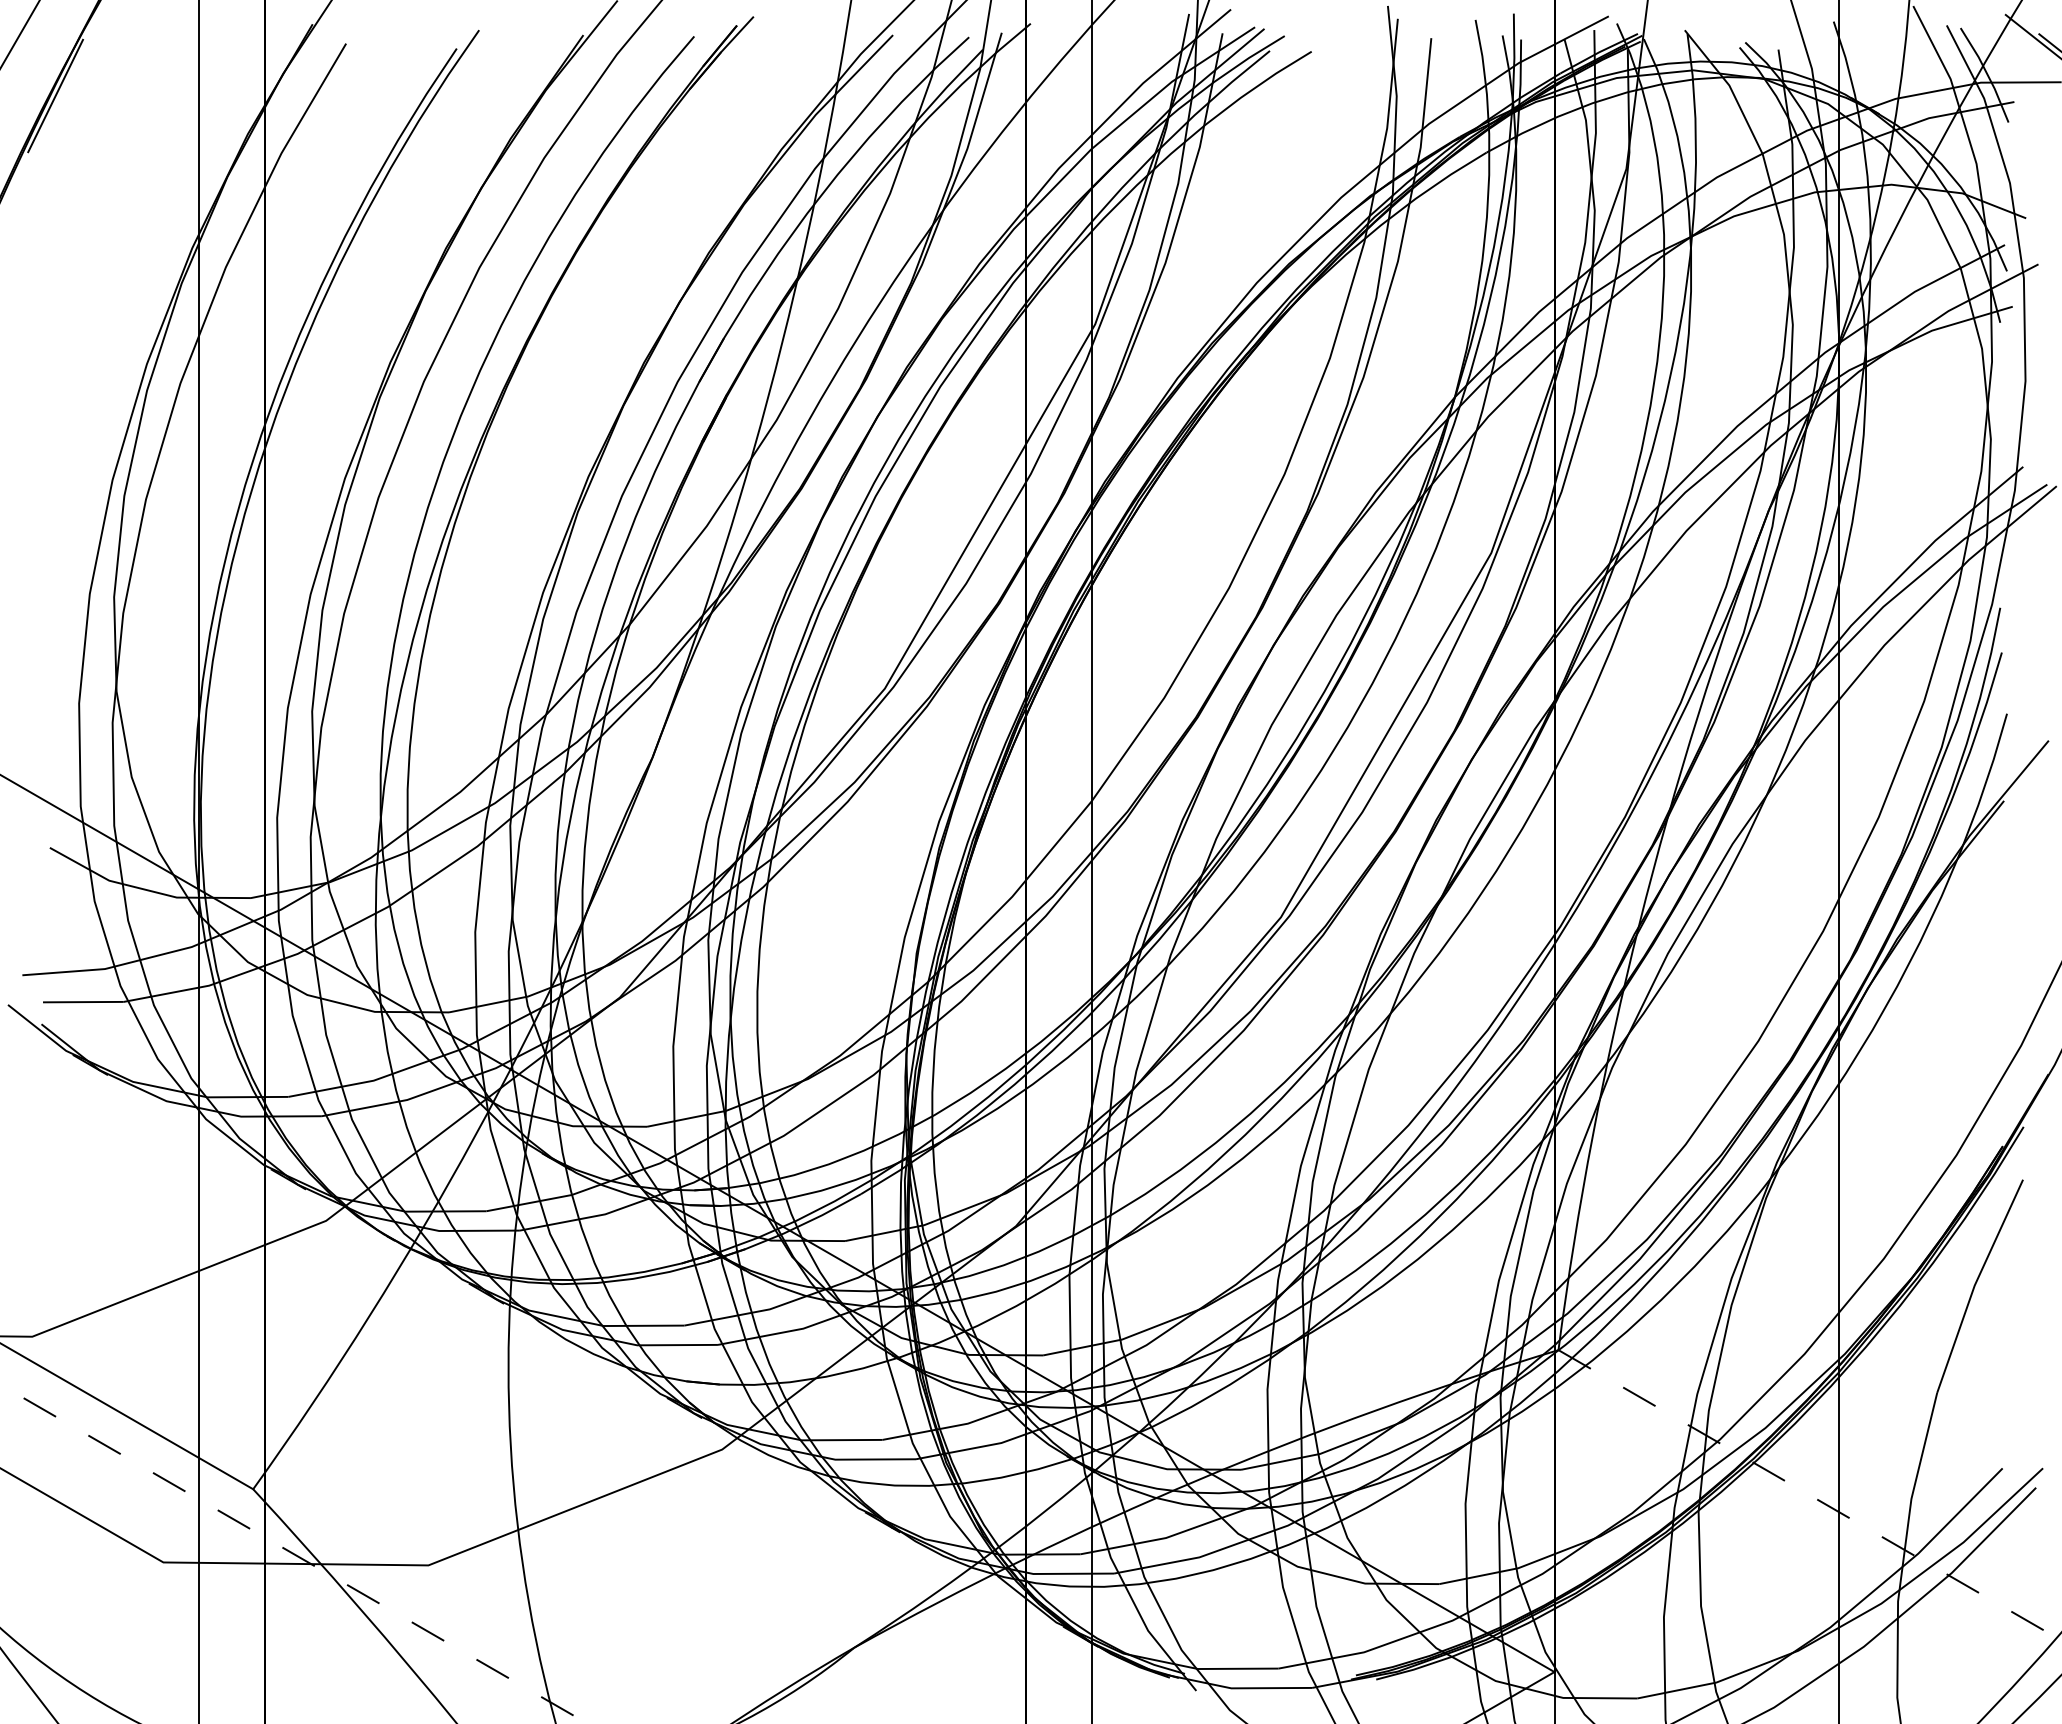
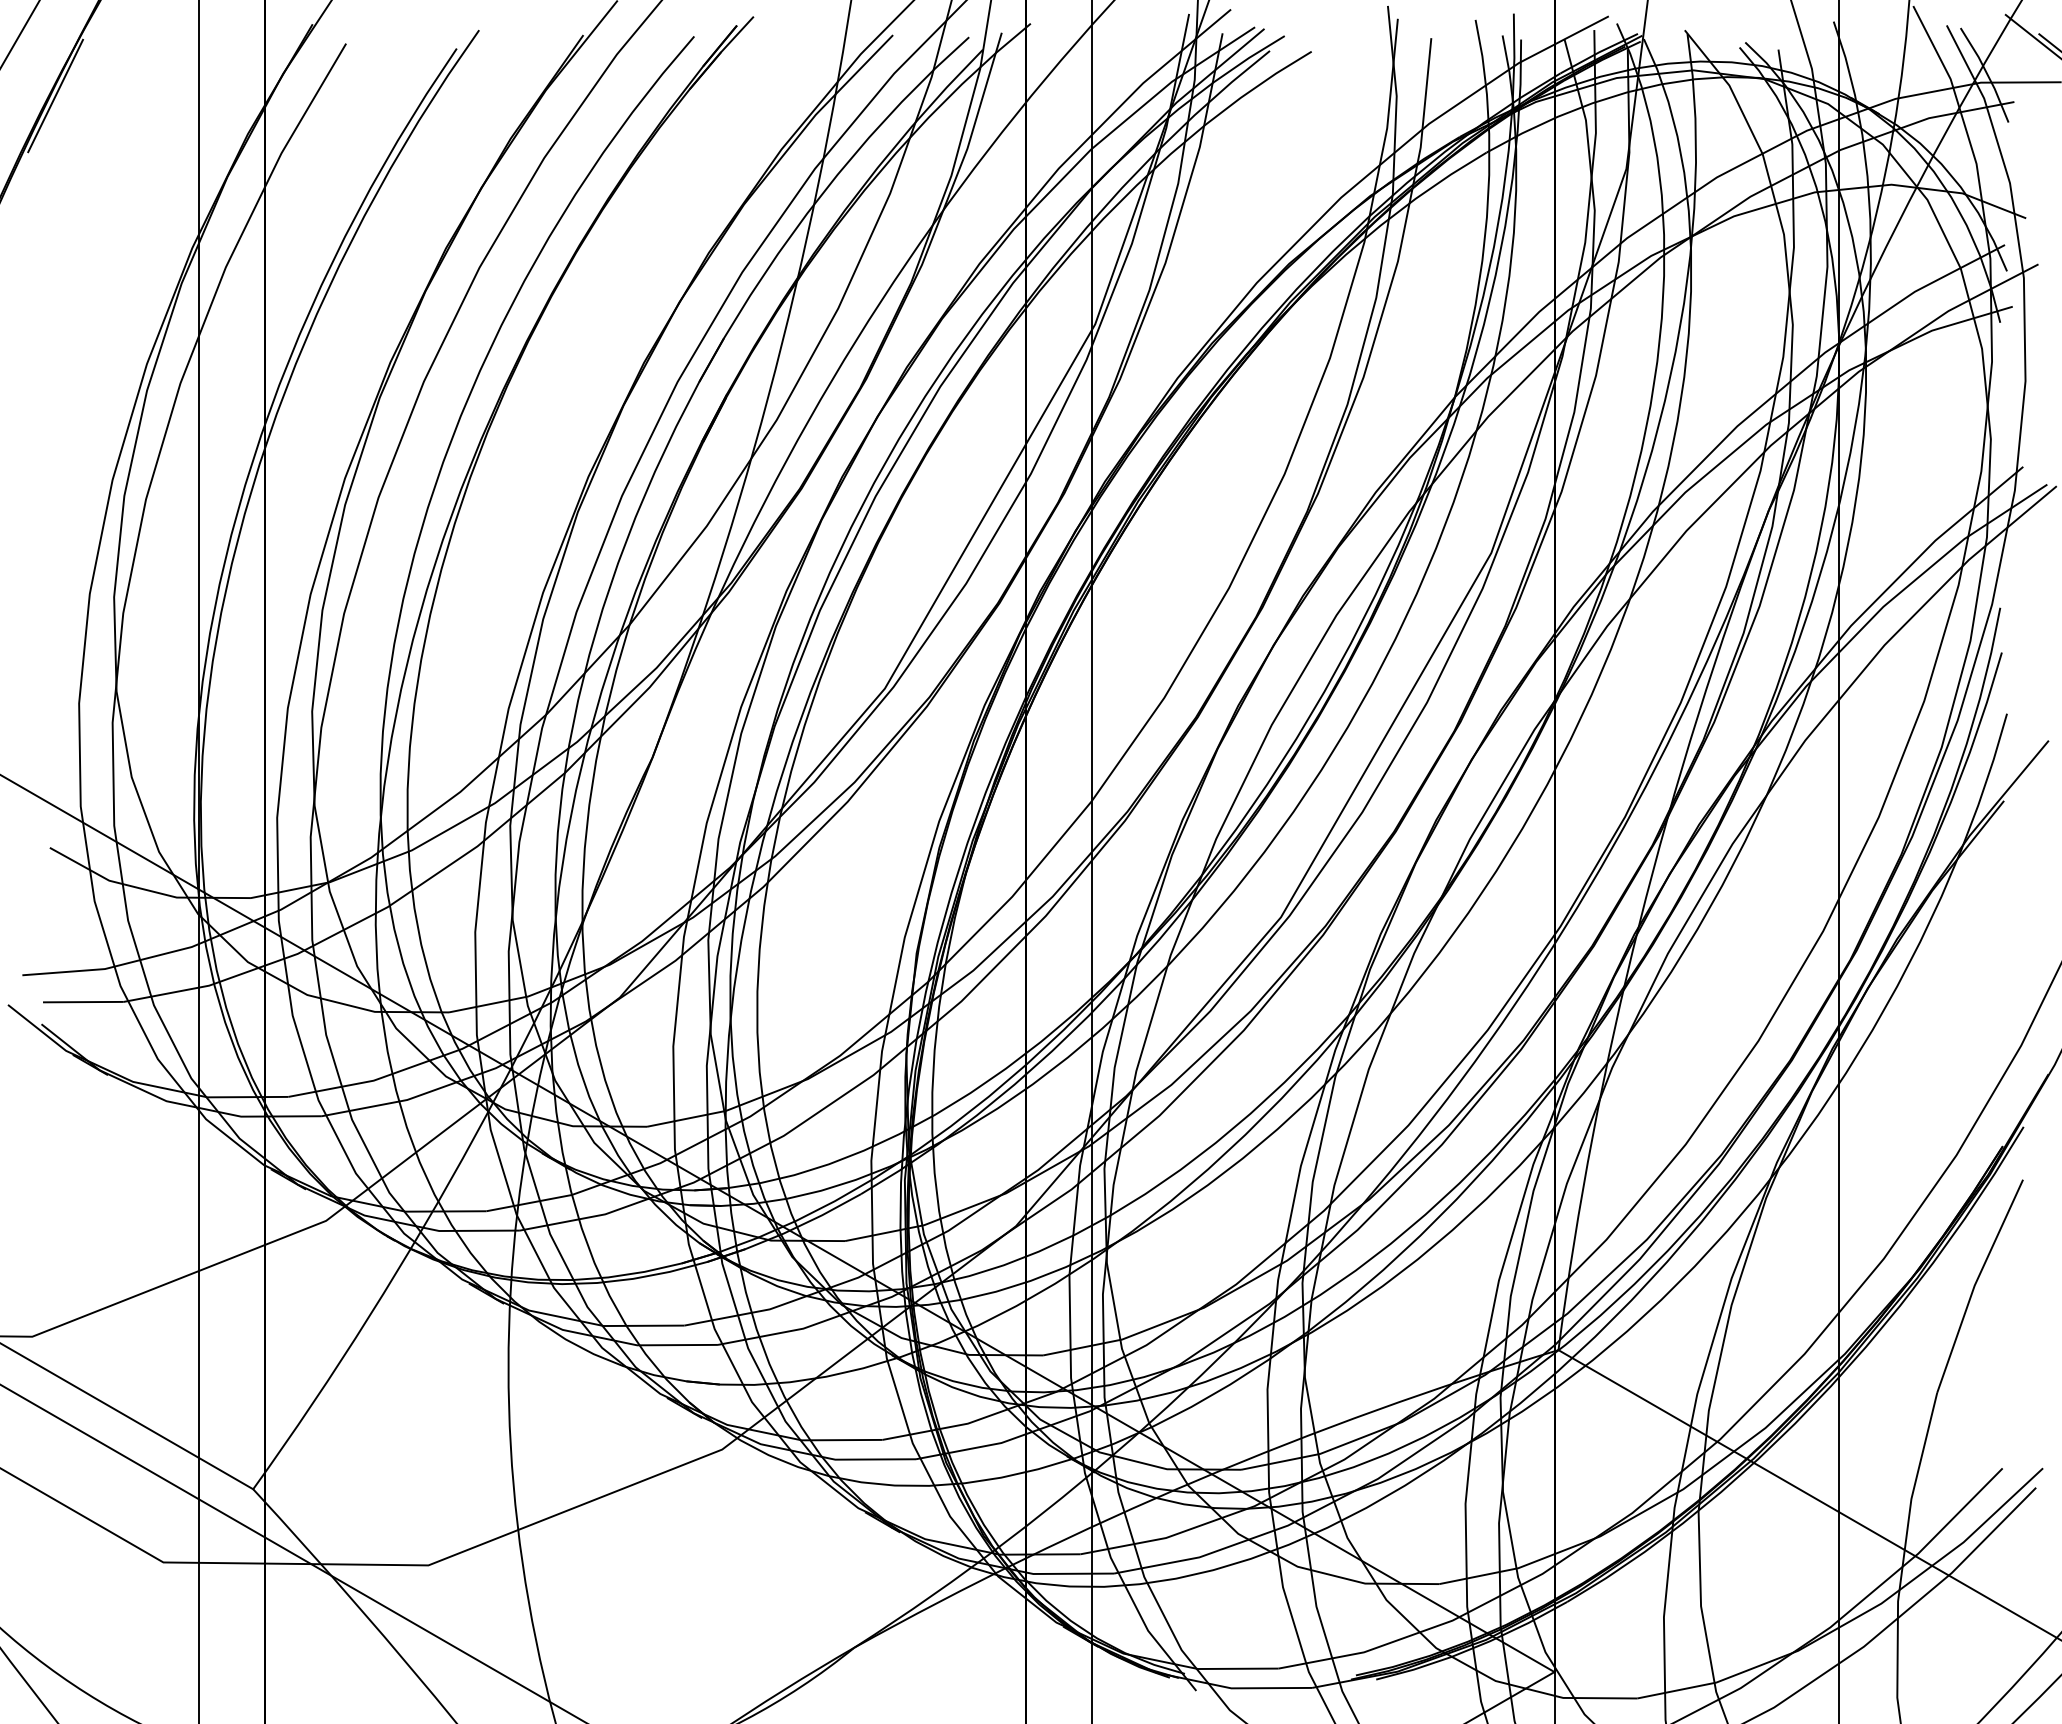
line at (1810, 1495): dashed -> solid
line at (294, 1554): dashed -> solid
